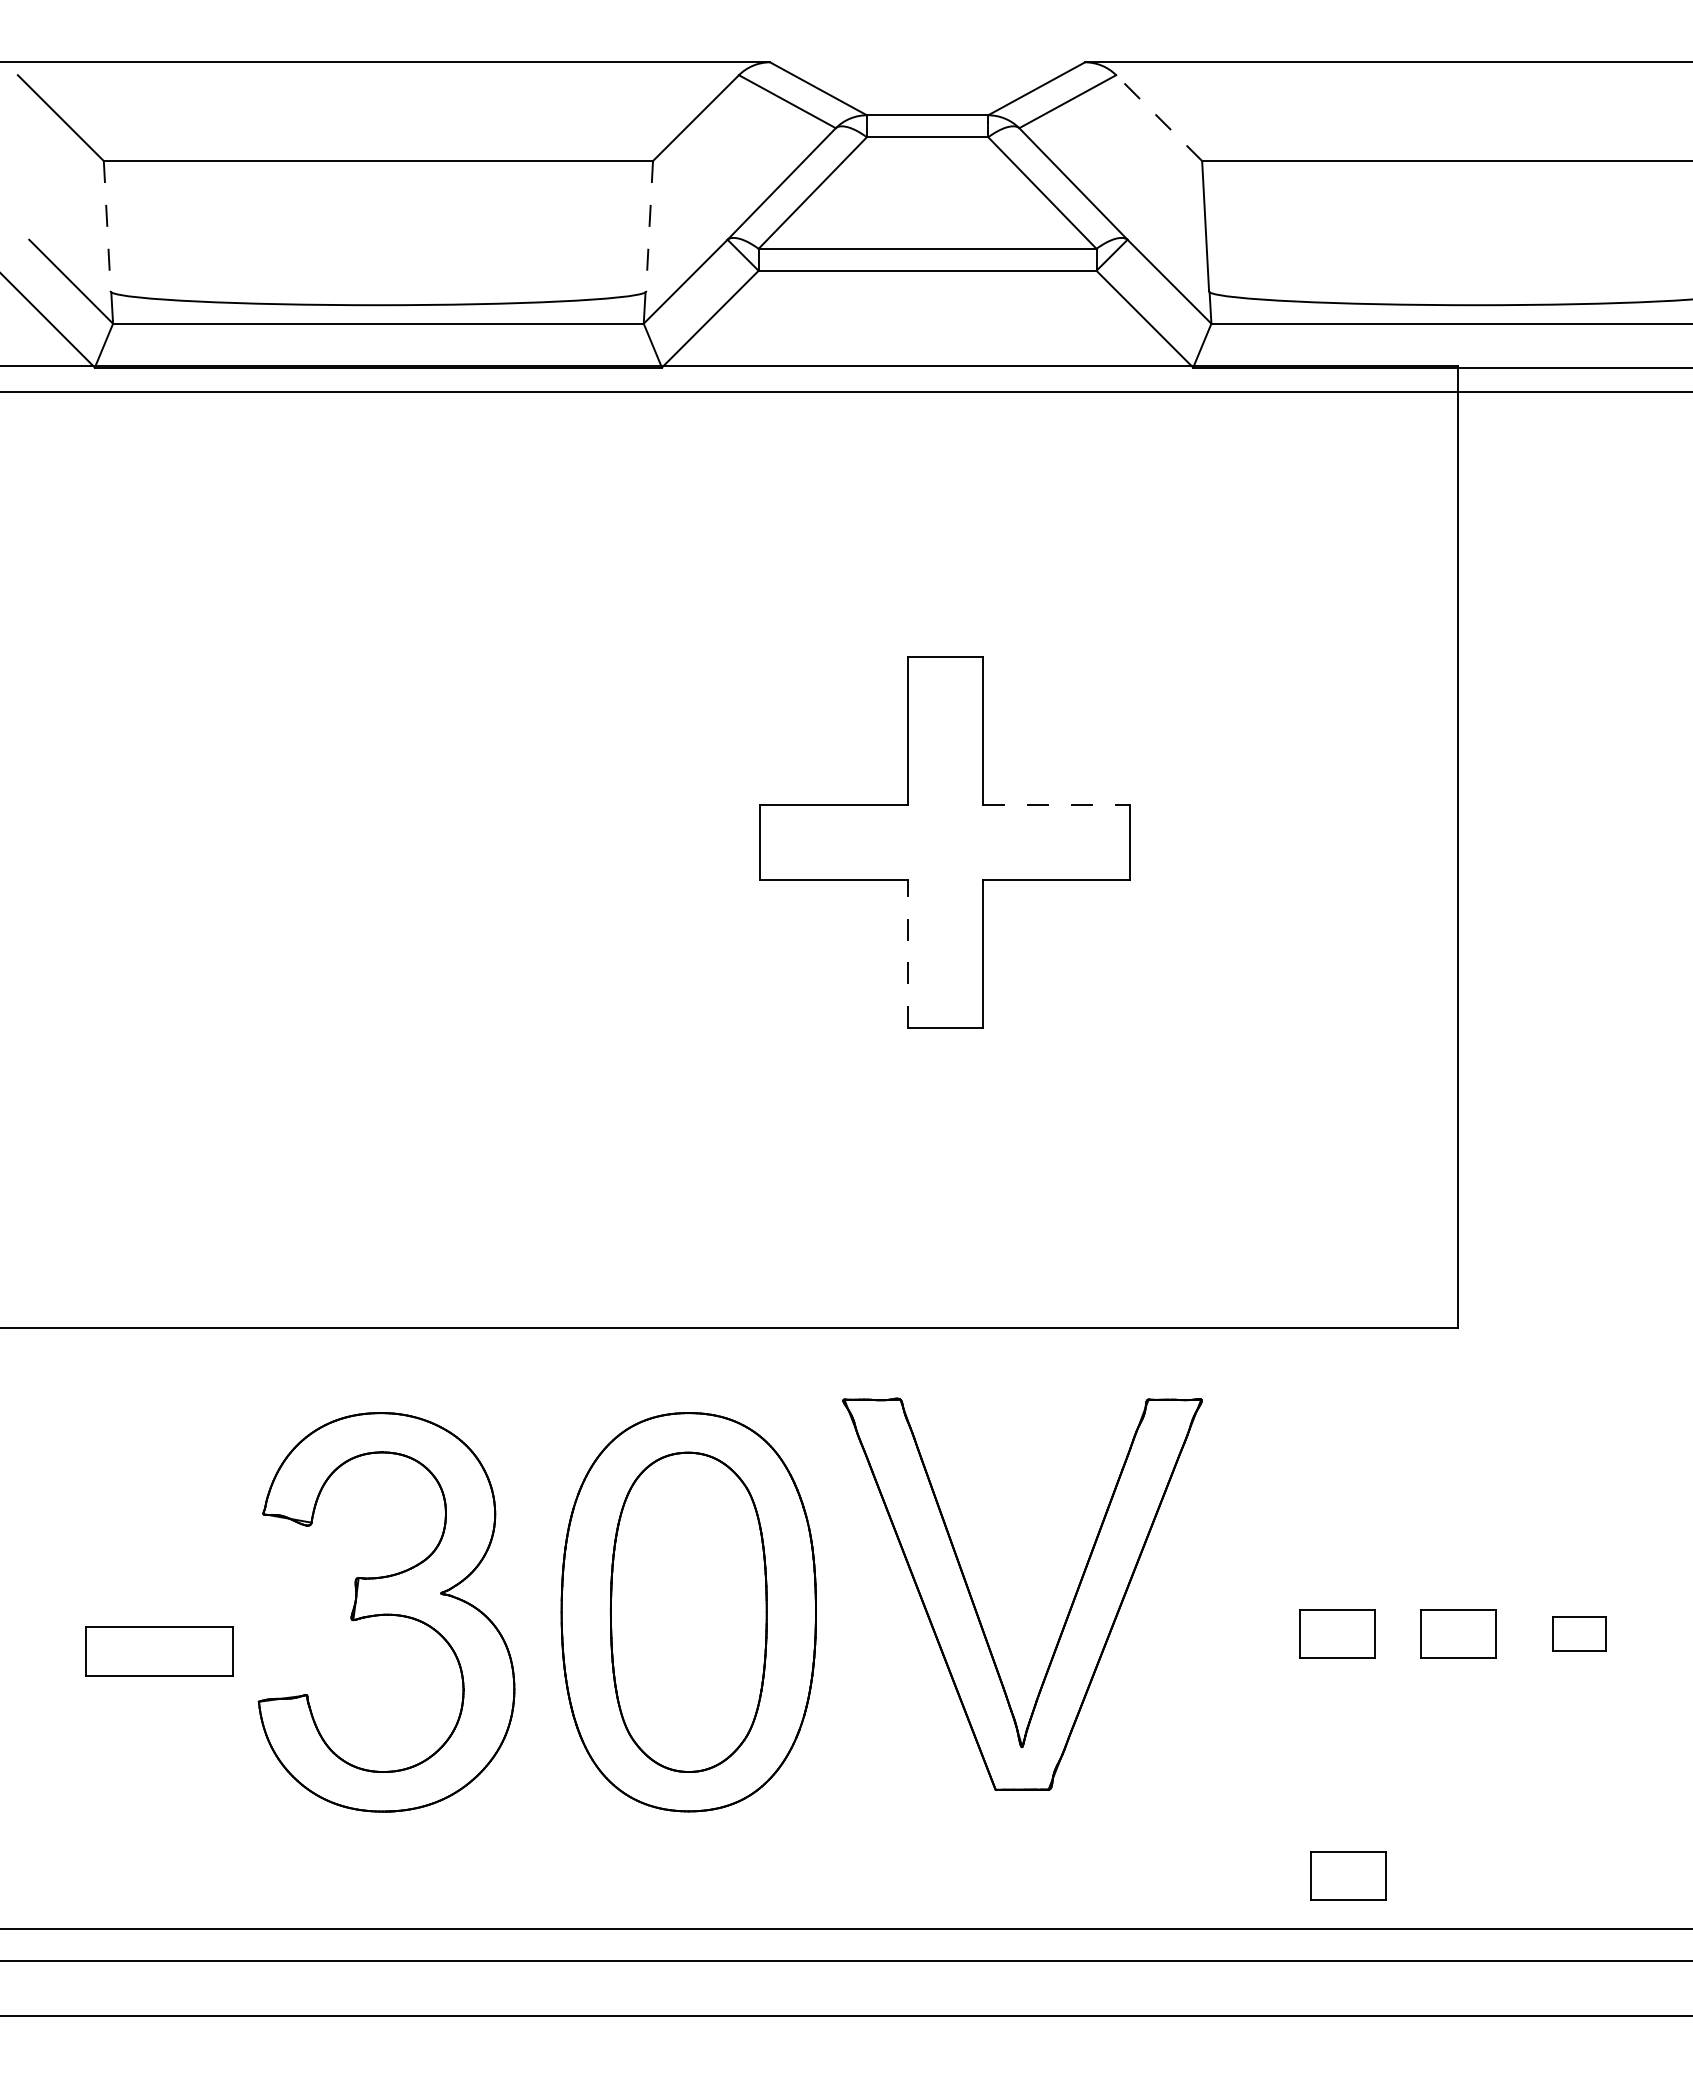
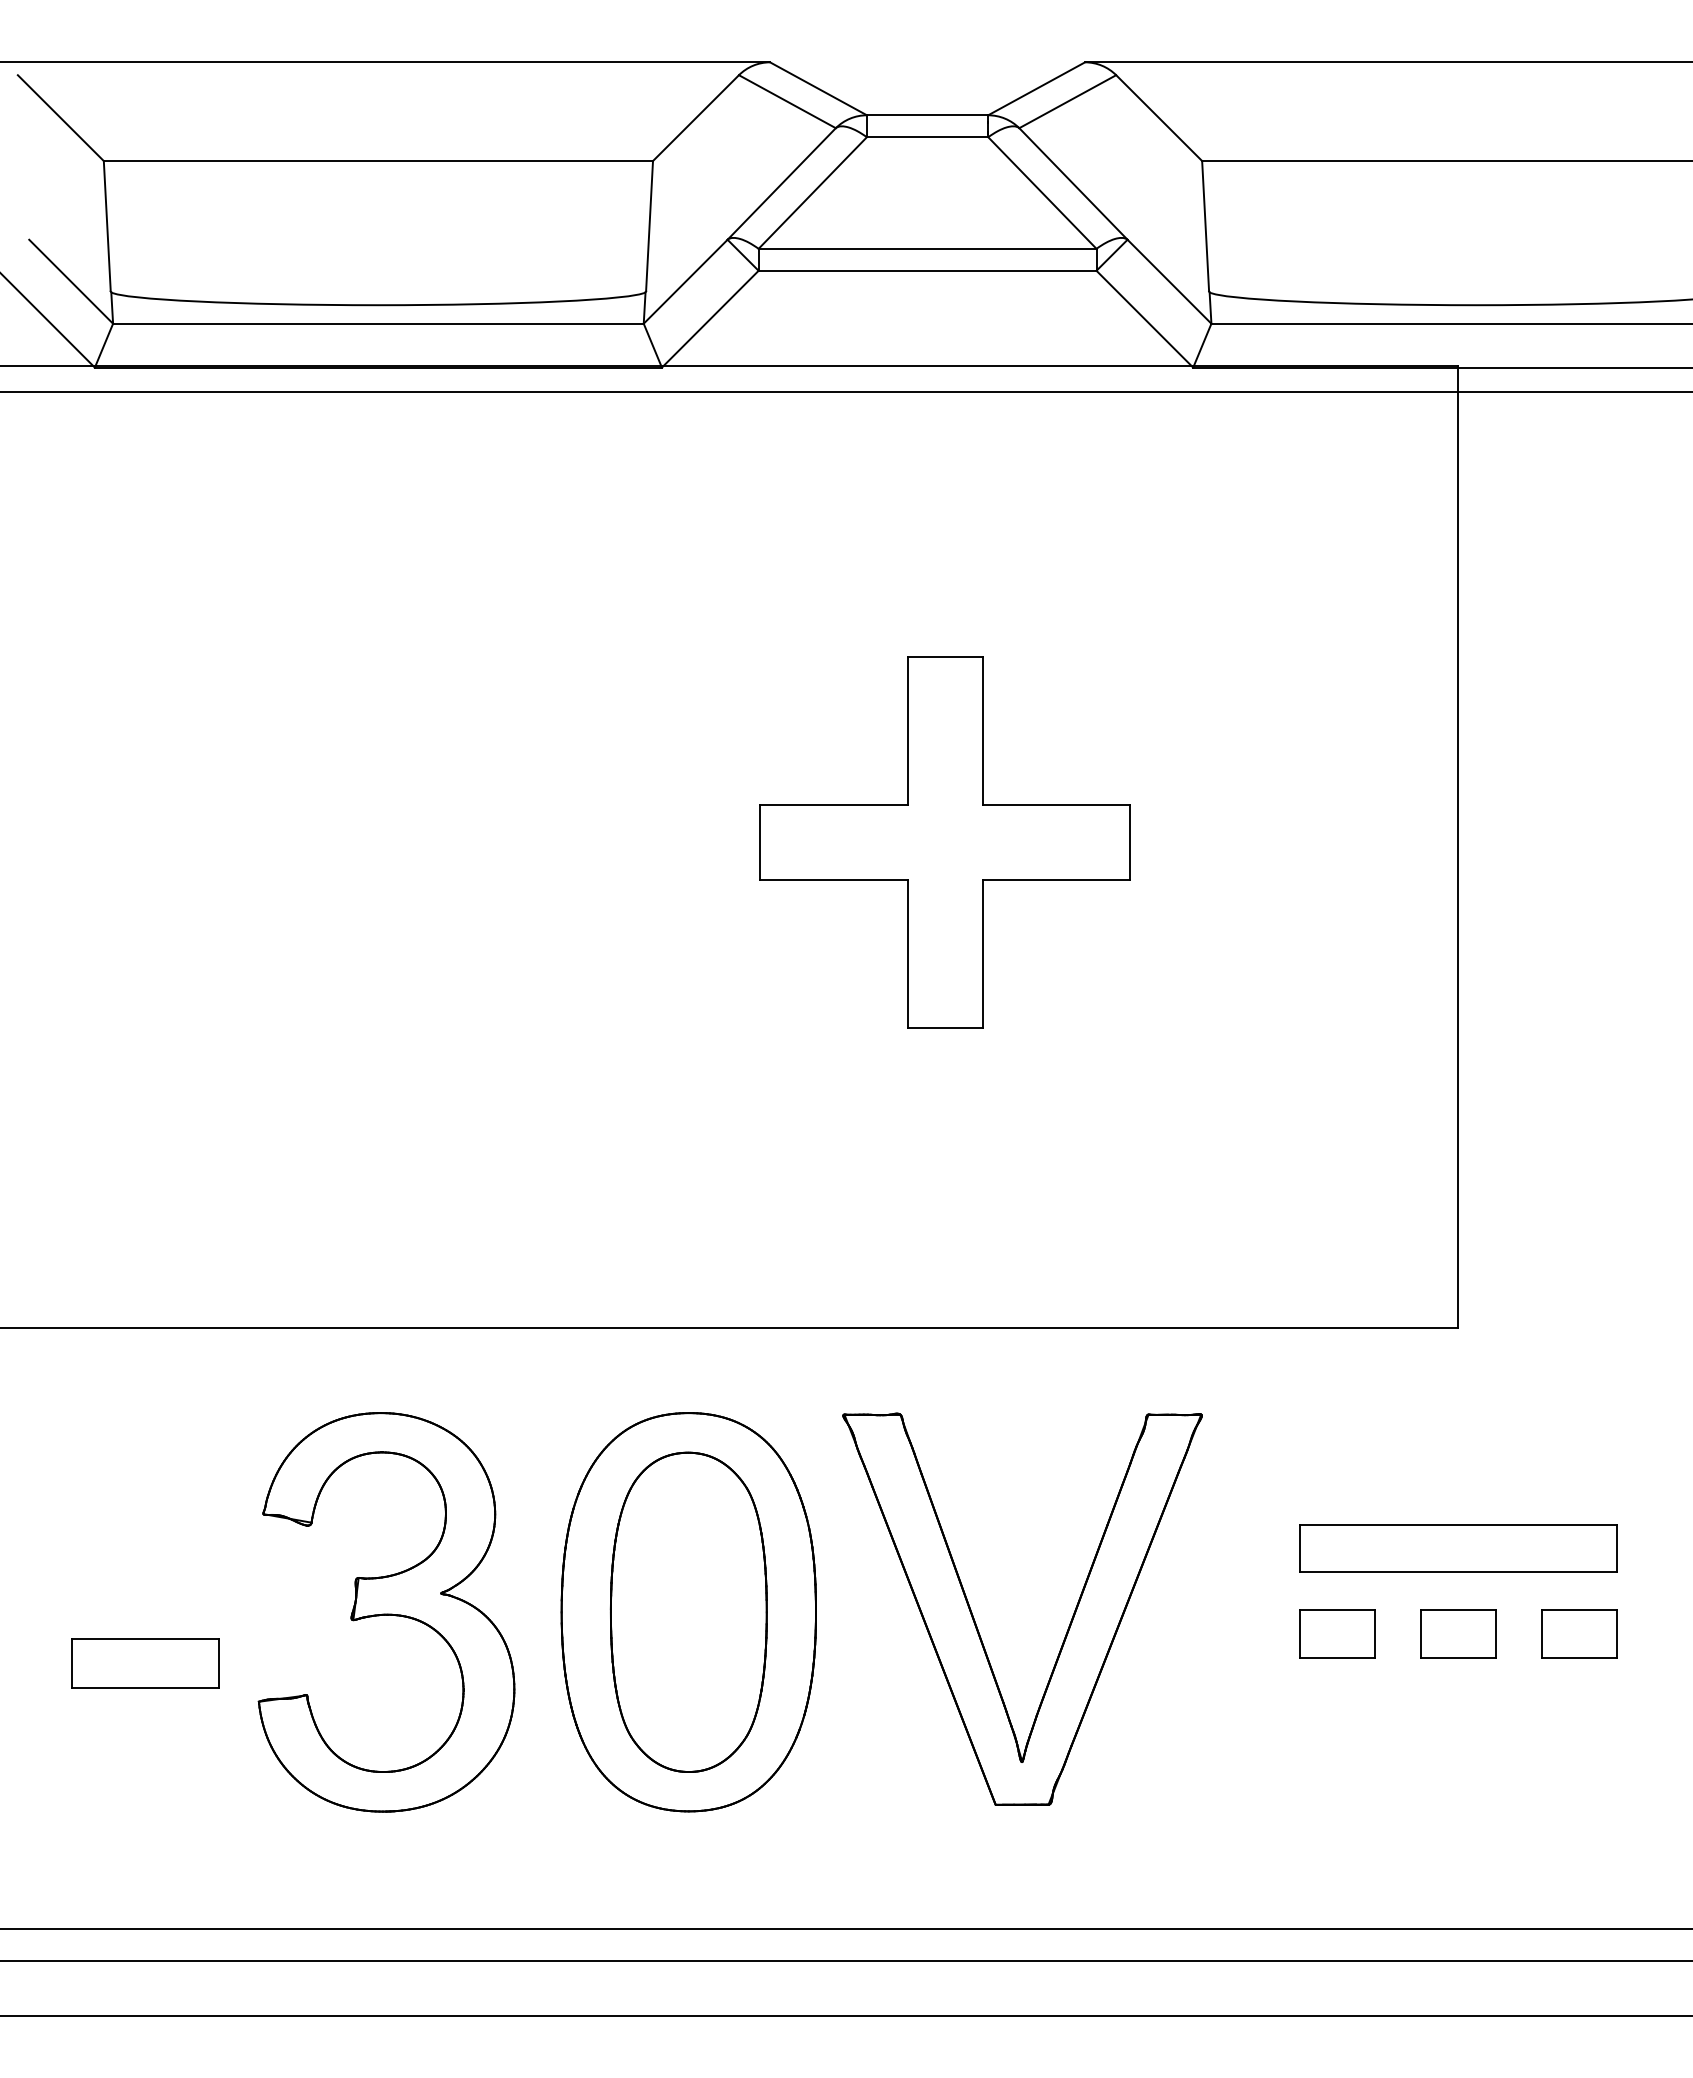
line at (1159, 118): dashed -> solid
line at (107, 226): dashed -> solid
line at (649, 226): dashed -> solid
line at (1056, 805): dashed -> solid
line at (908, 953): dashed -> solid
part at (1458, 1548): none -> present
part at (976, 1608) position: (976, 1608) -> (976, 1623)
part at (1579, 1633) size: 55x36 px -> 77x50 px
part at (159, 1651) position: (159, 1651) -> (145, 1663)
part at (1348, 1875): present -> none
